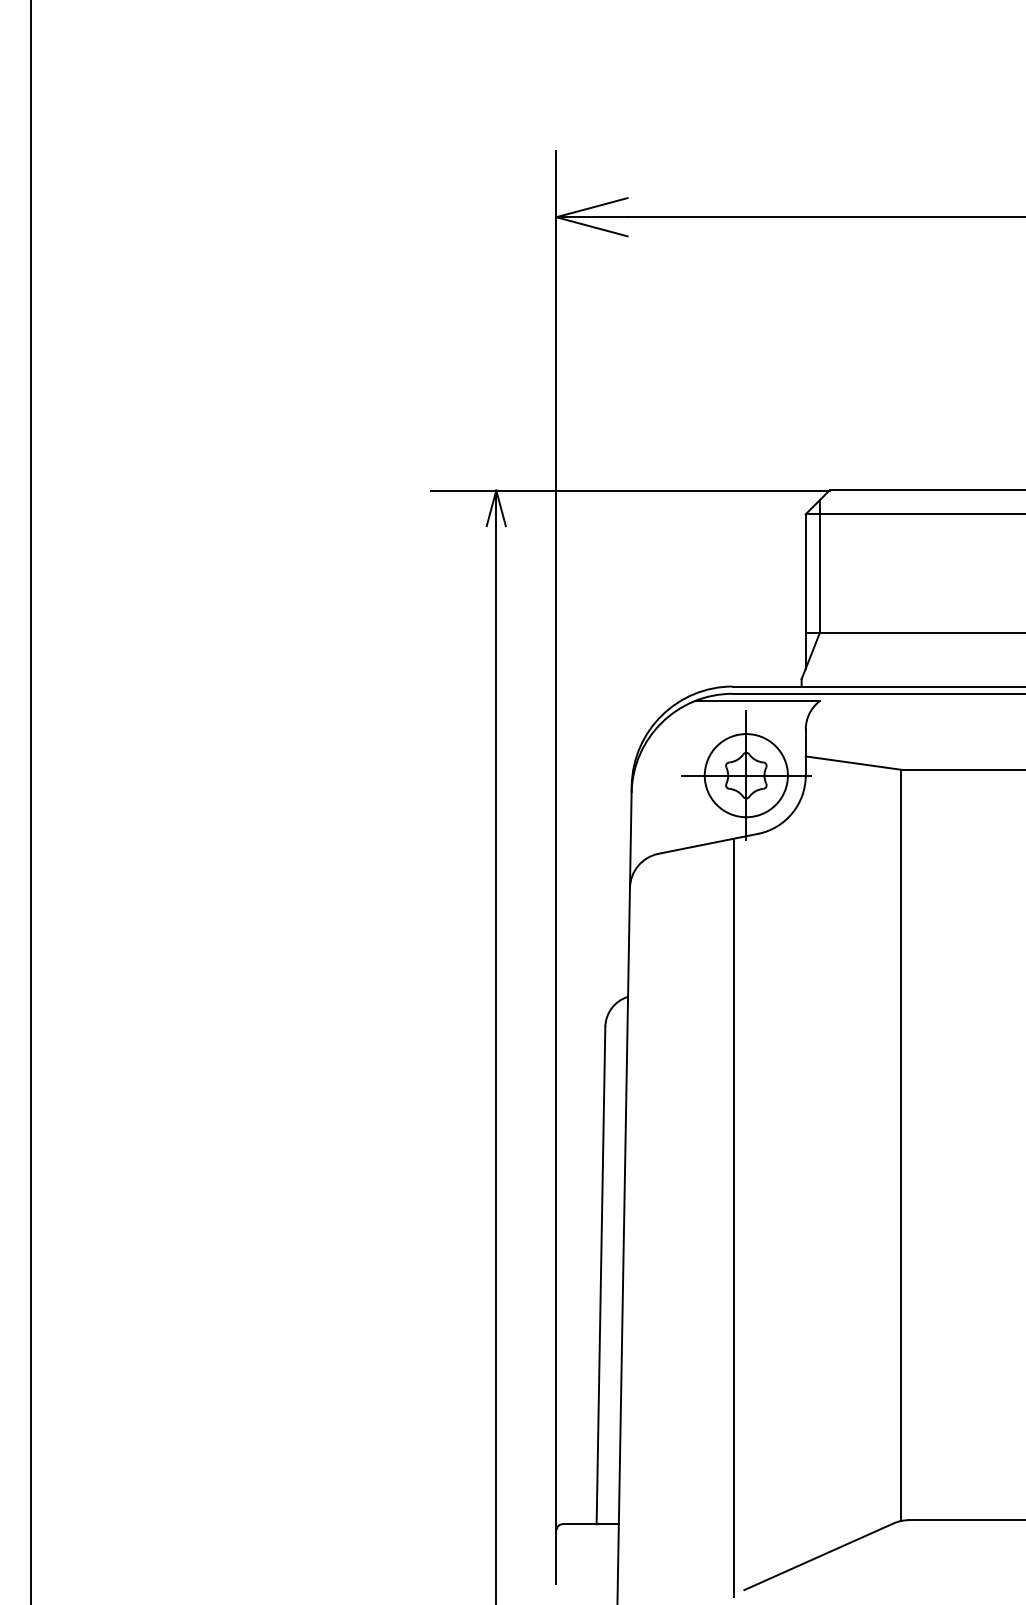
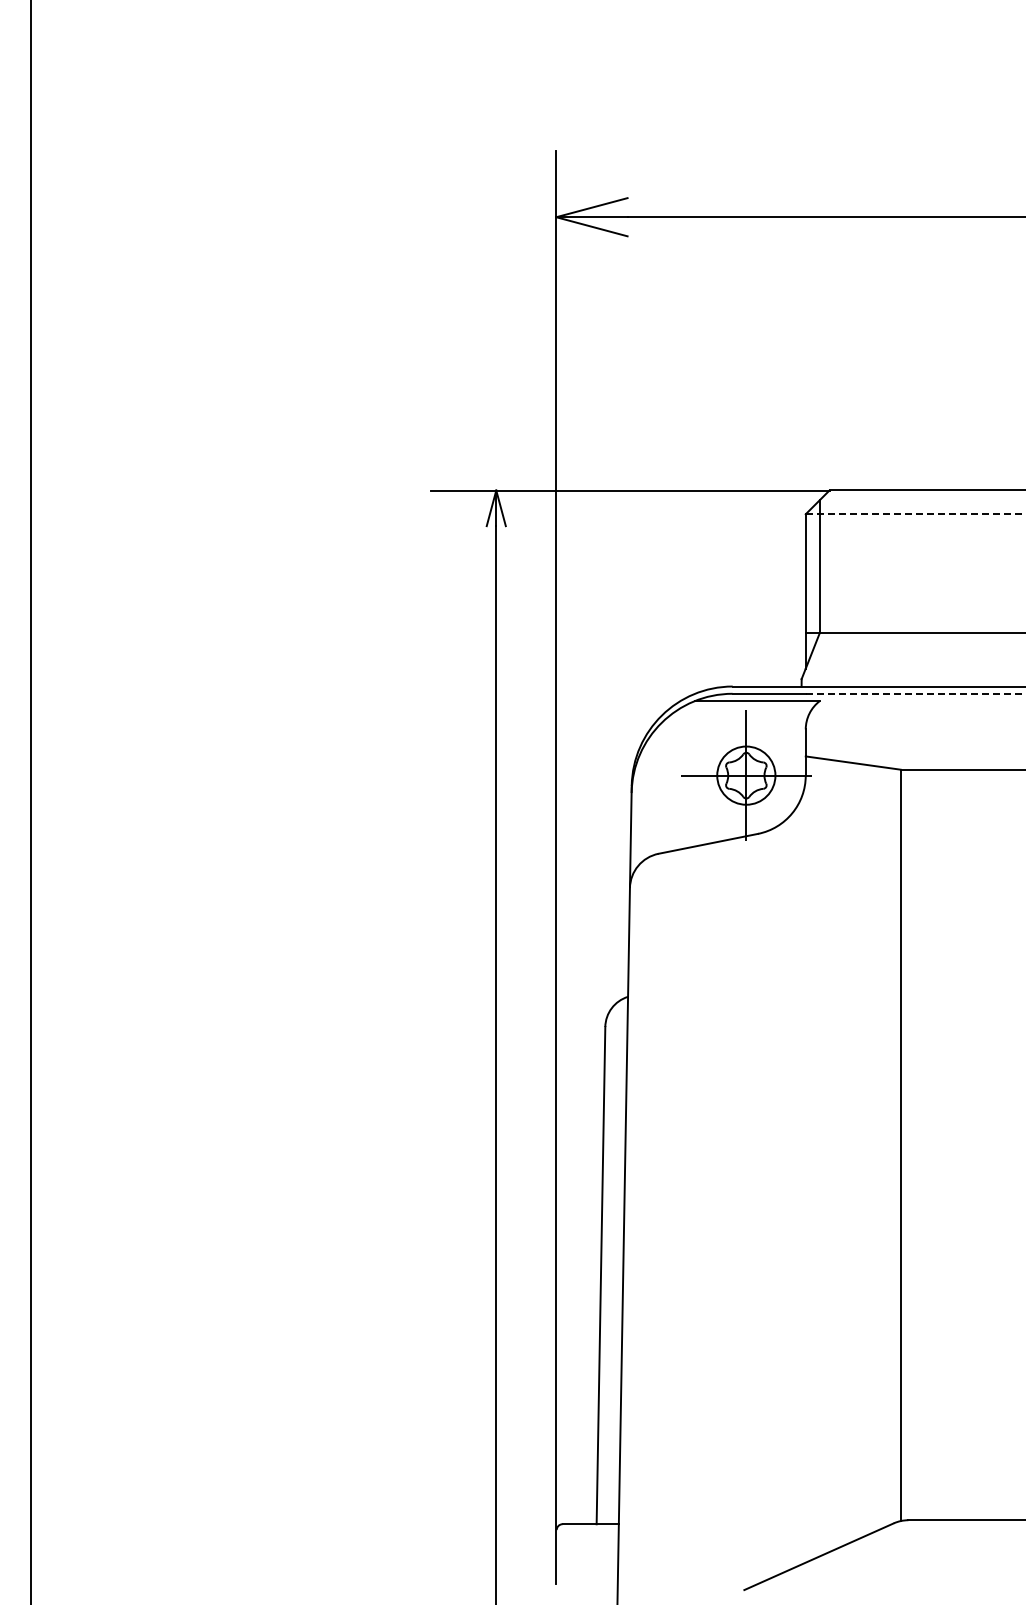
line at (915, 514): solid -> dashed
line at (915, 693): solid -> dashed
circle at (745, 775) diameter: 83 px -> 58 px
line at (734, 1217): present -> none
